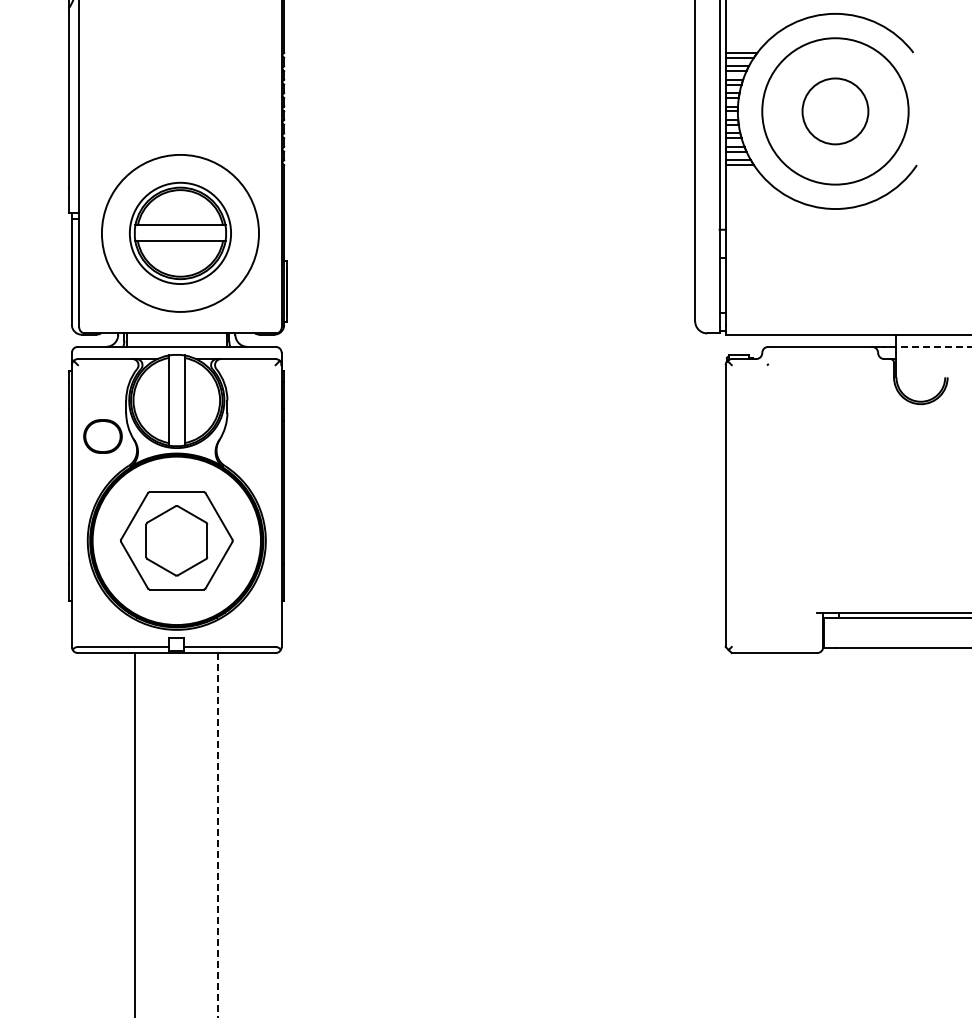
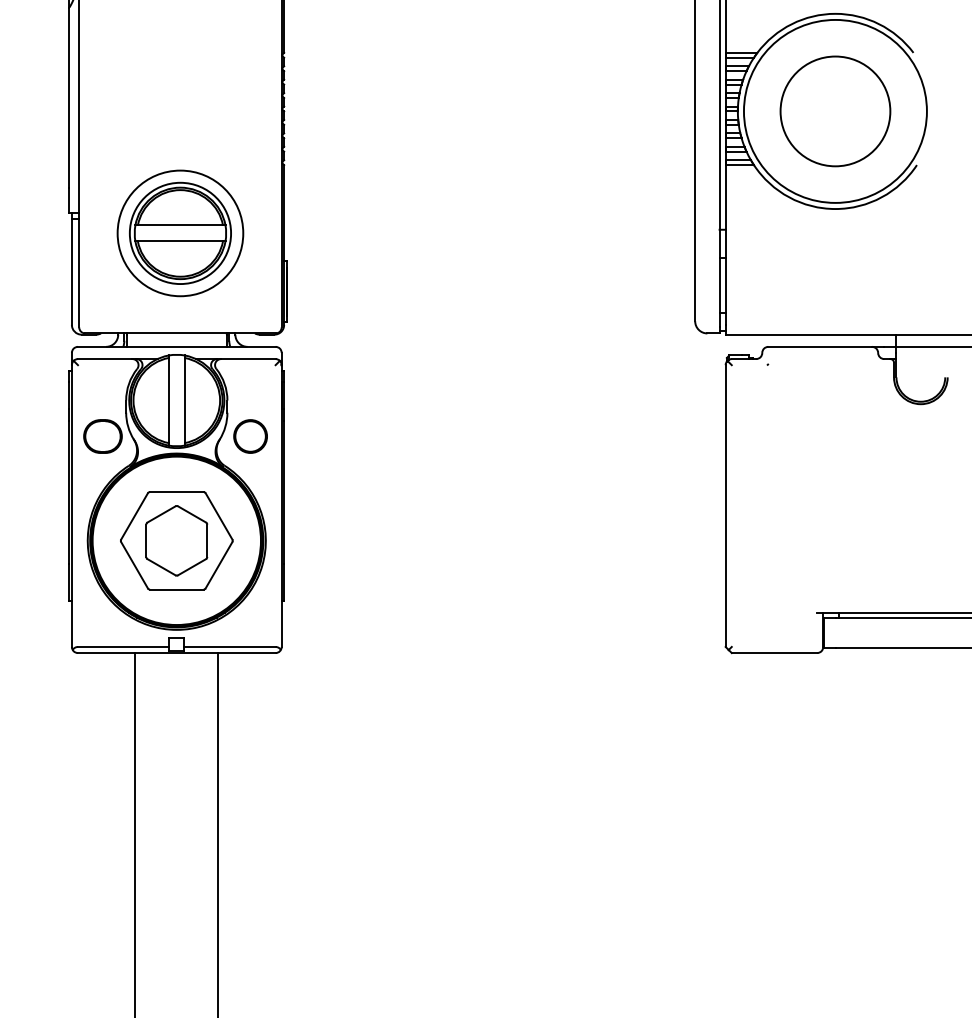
circle at (835, 111) diameter: 146 px -> 183 px
circle at (835, 111) diameter: 66 px -> 110 px
circle at (180, 232) diameter: 157 px -> 126 px
line at (933, 346): dashed -> solid
circle at (250, 436): none -> present
line at (218, 835): dashed -> solid
